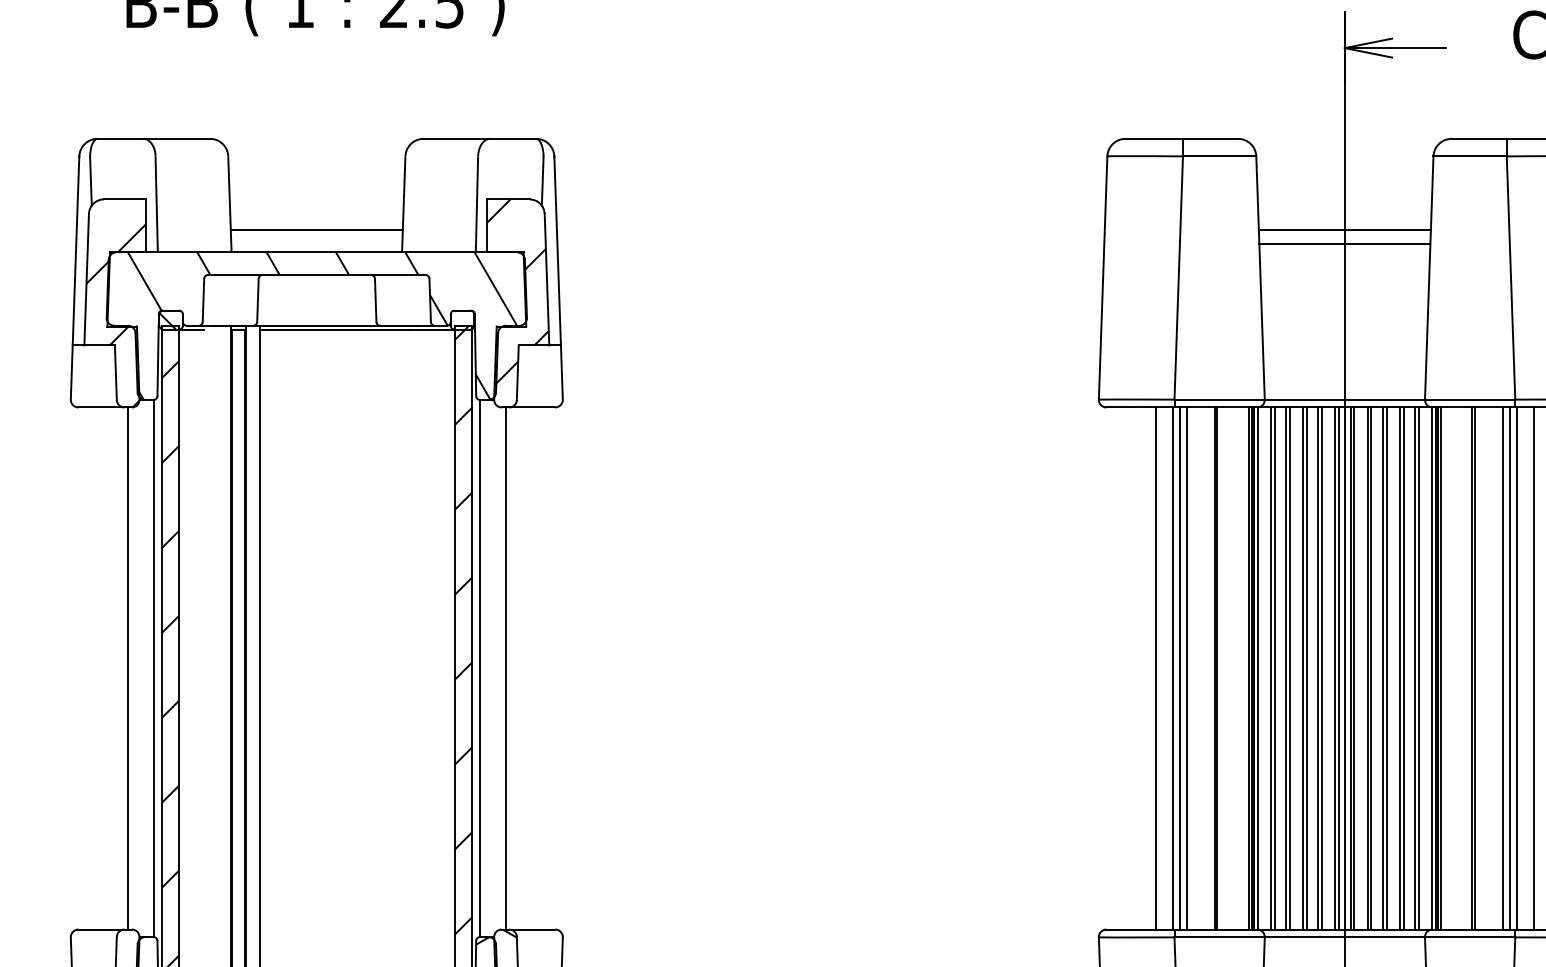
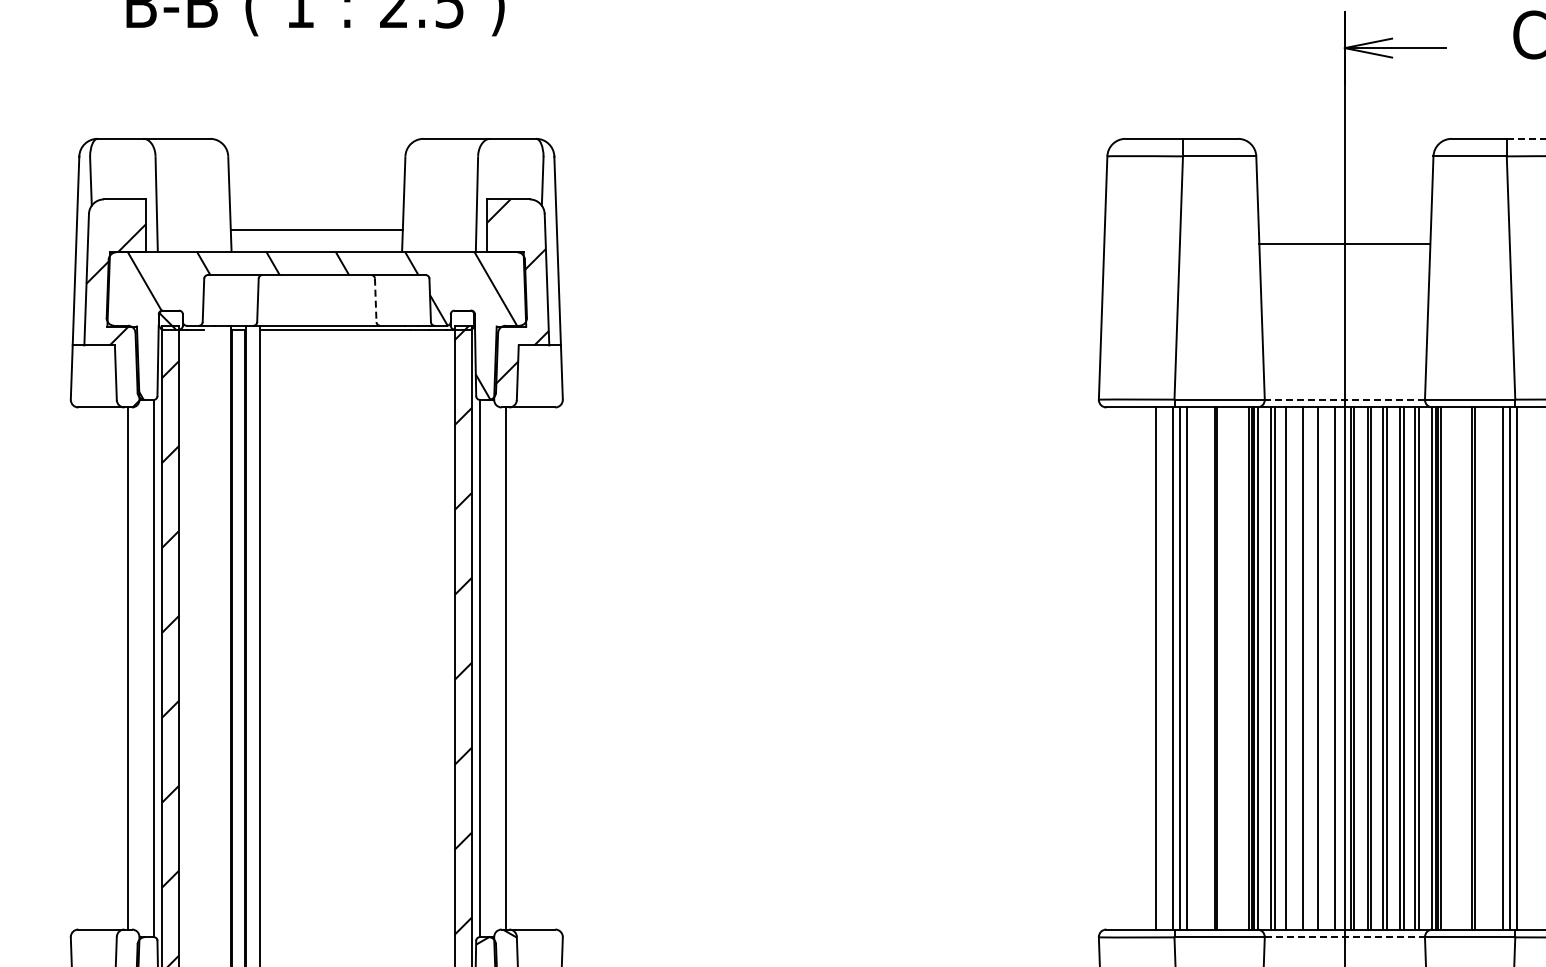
line at (1526, 138): solid -> dashed
line at (1344, 229): present -> none
line at (375, 300): solid -> dashed
line at (1344, 399): solid -> dashed
line at (1290, 668): present -> none
line at (1307, 668): present -> none
line at (1322, 668): present -> none
line at (1339, 668): present -> none
line at (1534, 668): present -> none
line at (1345, 937): solid -> dashed
